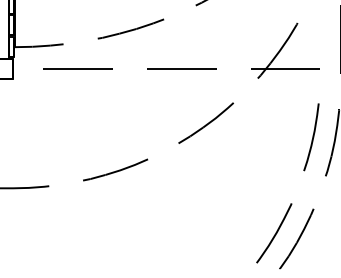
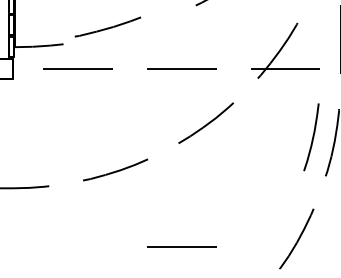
part at (130, 28) position: (130, 28) -> (107, 26)
curve at (275, 233): present -> none
line at (181, 246): none -> present
